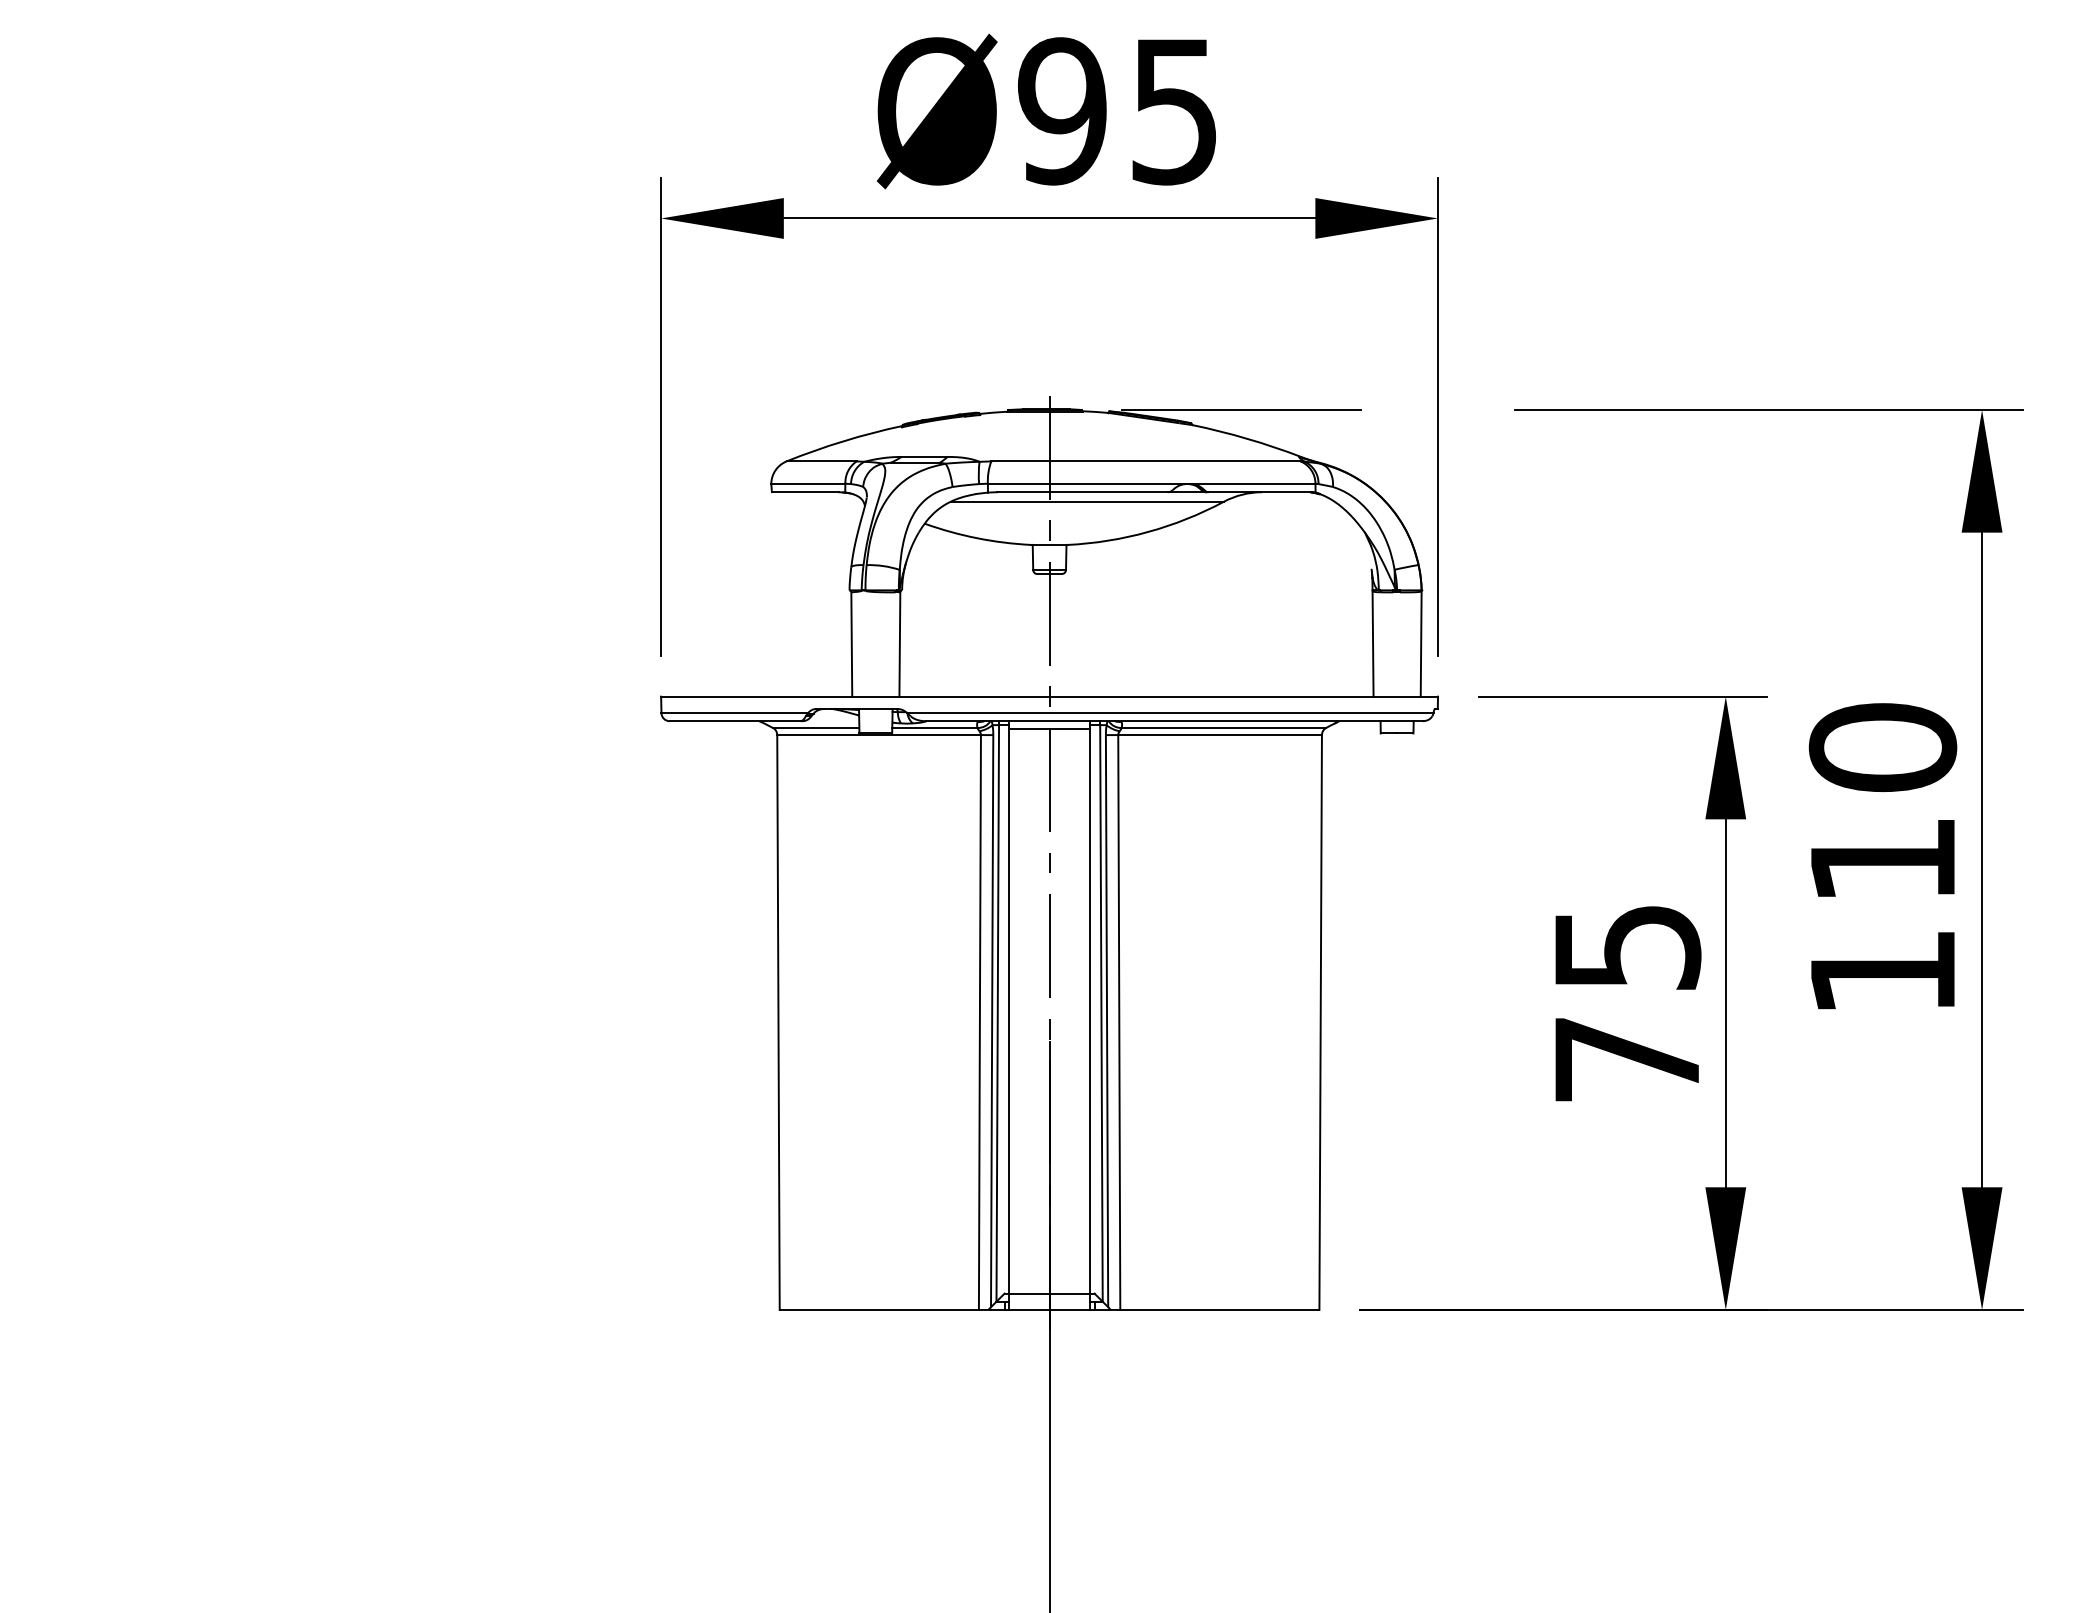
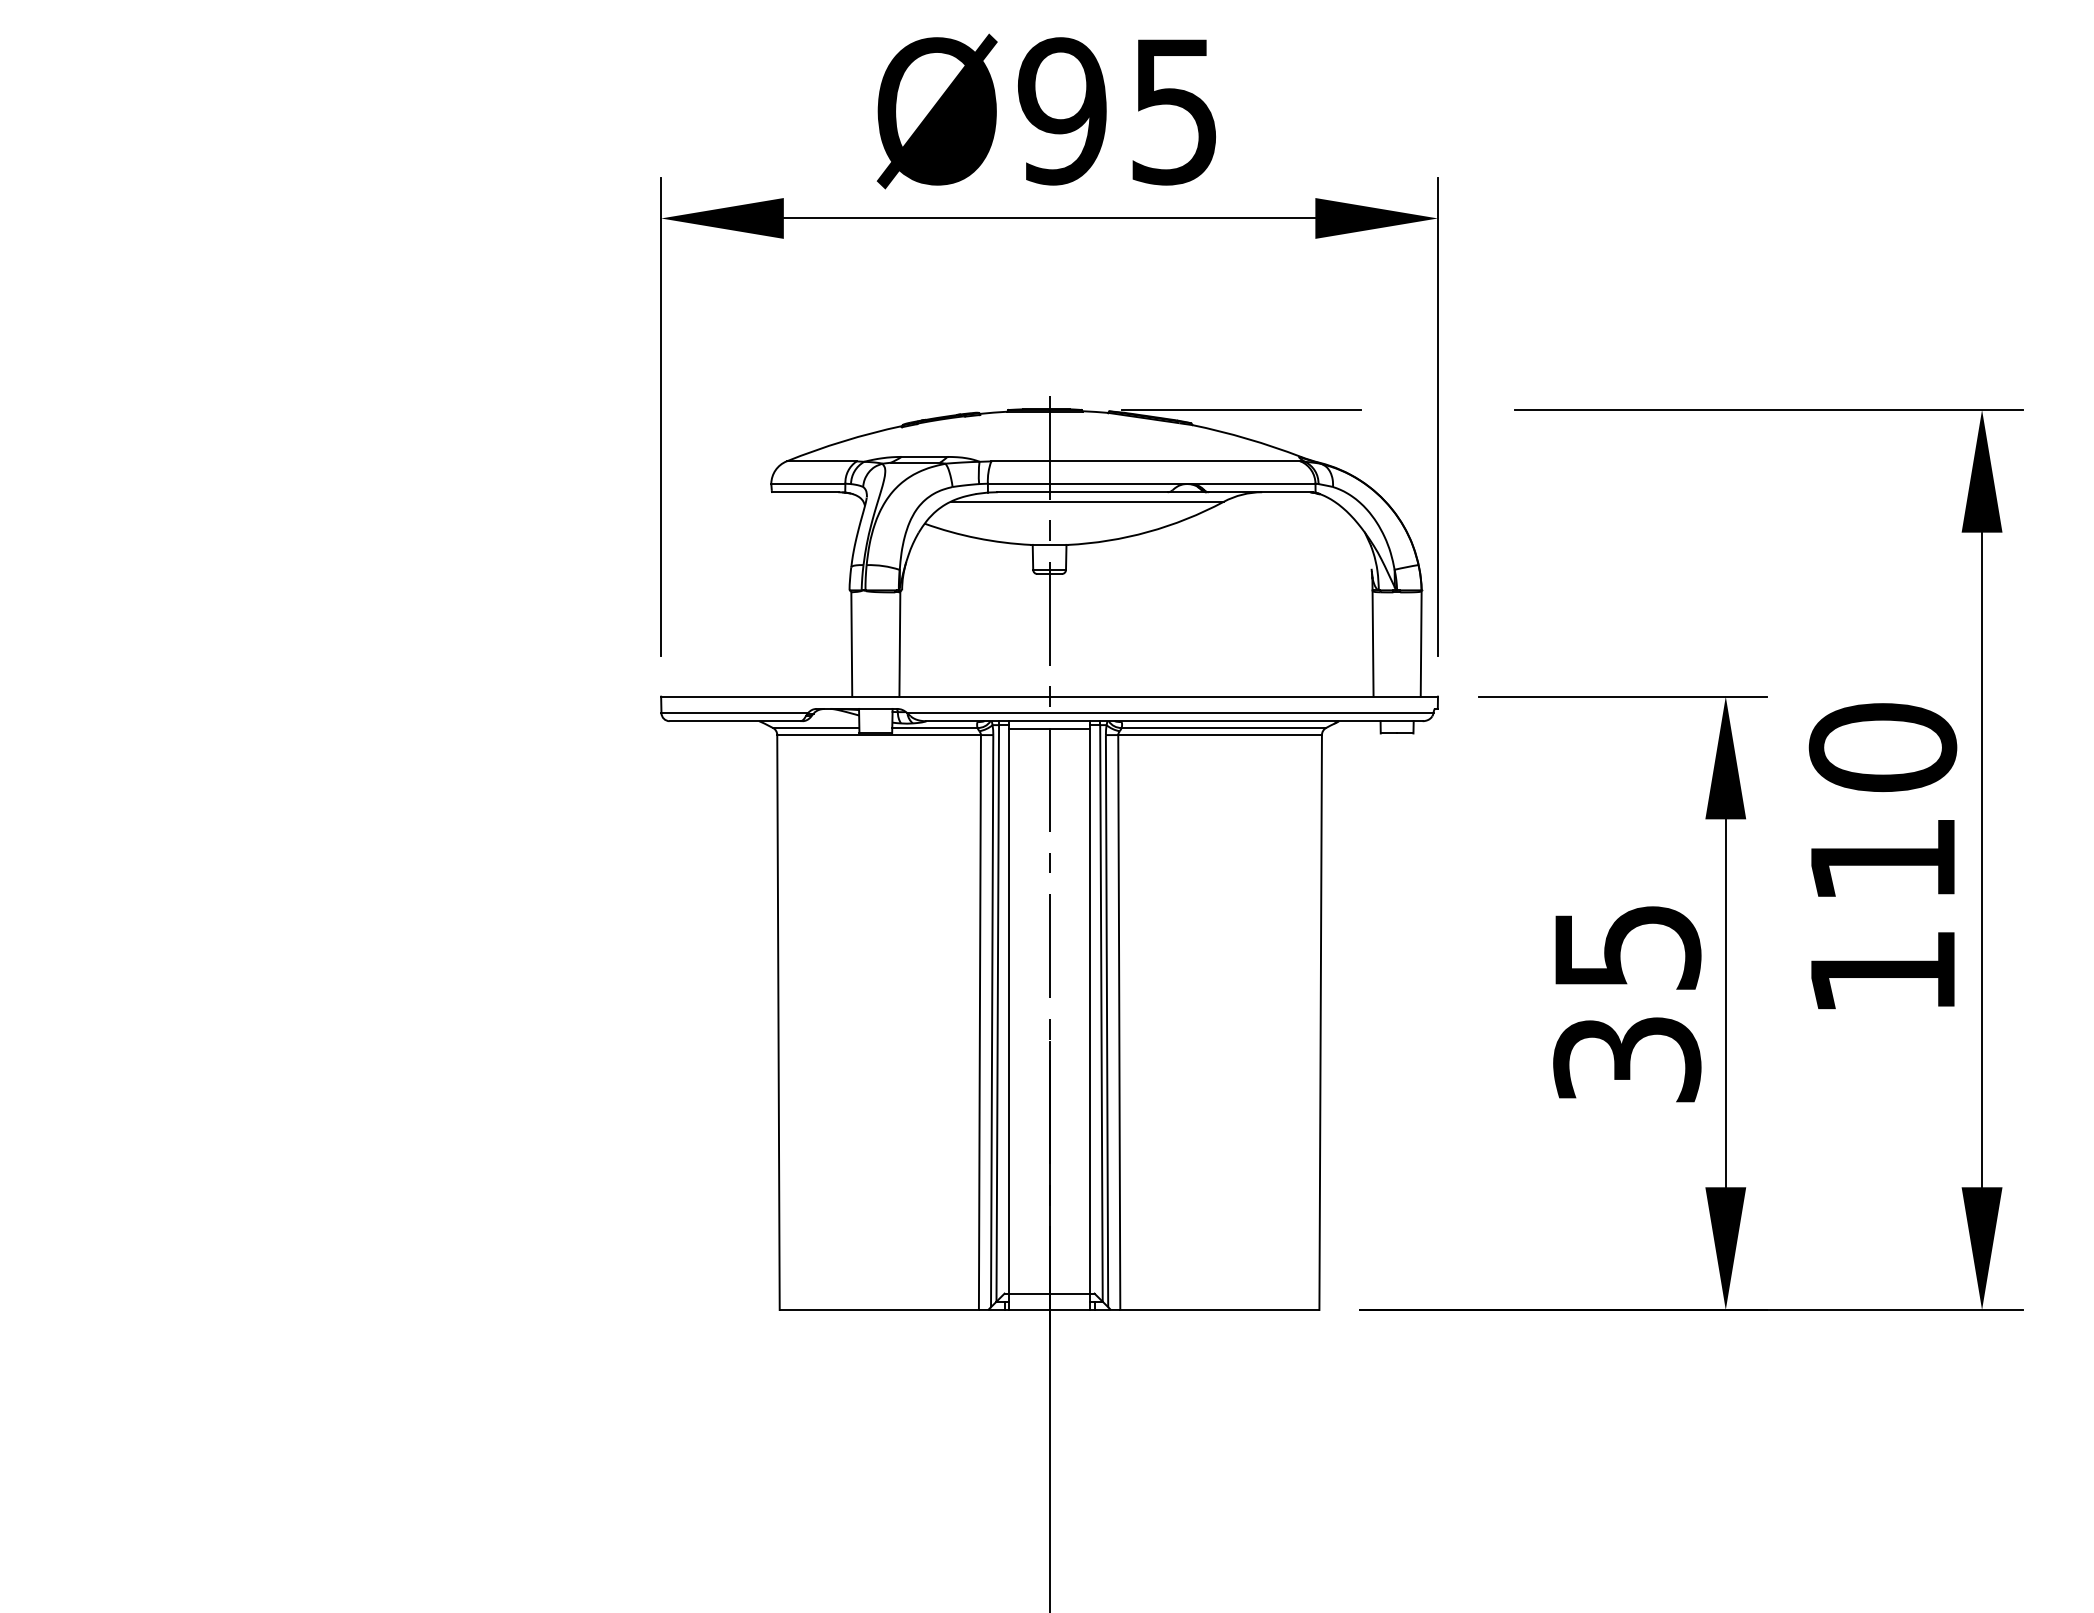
text at (1627, 1059): 75 -> 35
